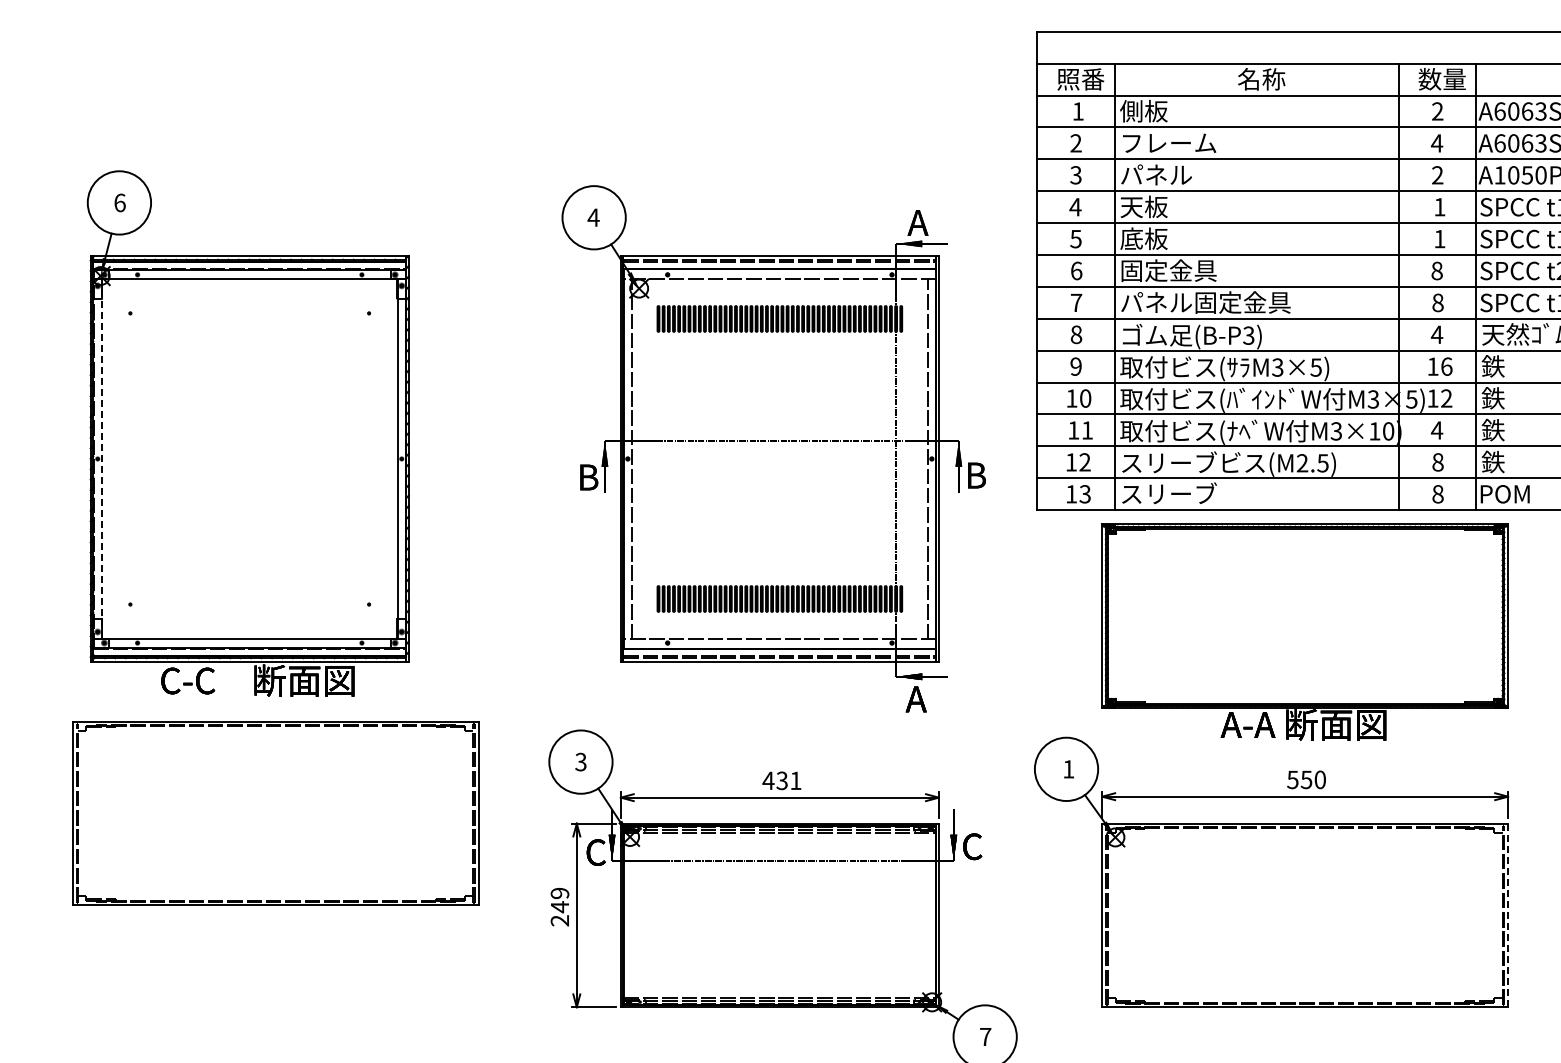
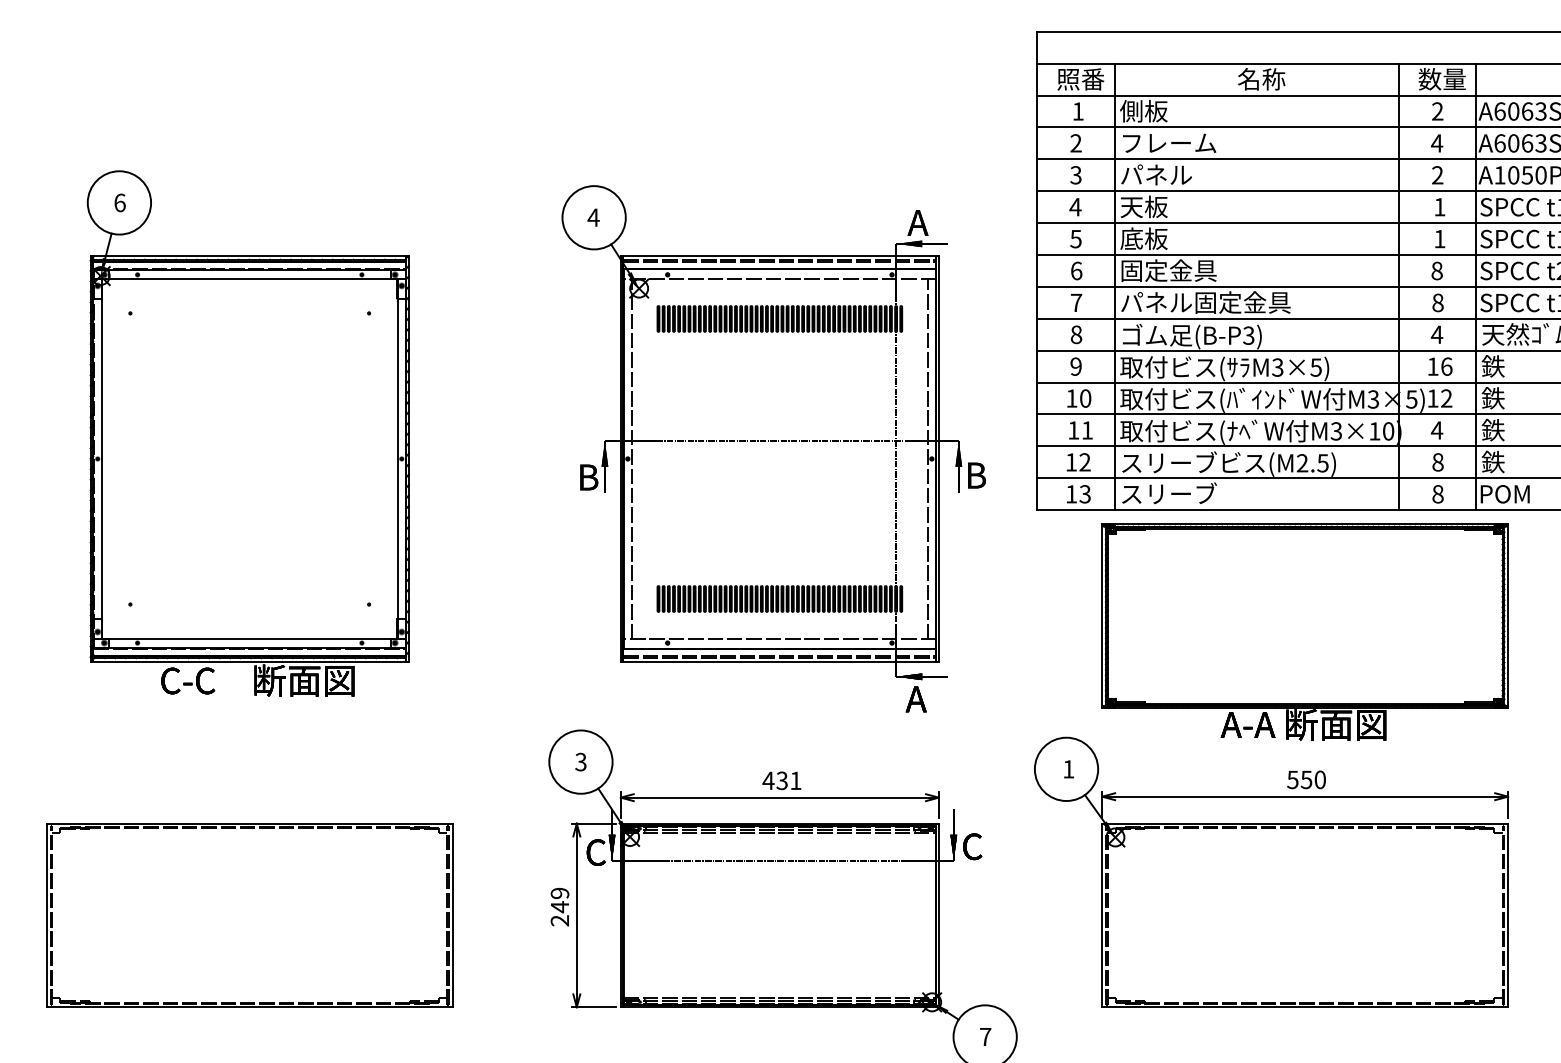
line at (101, 459): dashed -> solid
part at (275, 813) position: (275, 813) -> (249, 915)
line at (1508, 915): dashed -> solid
